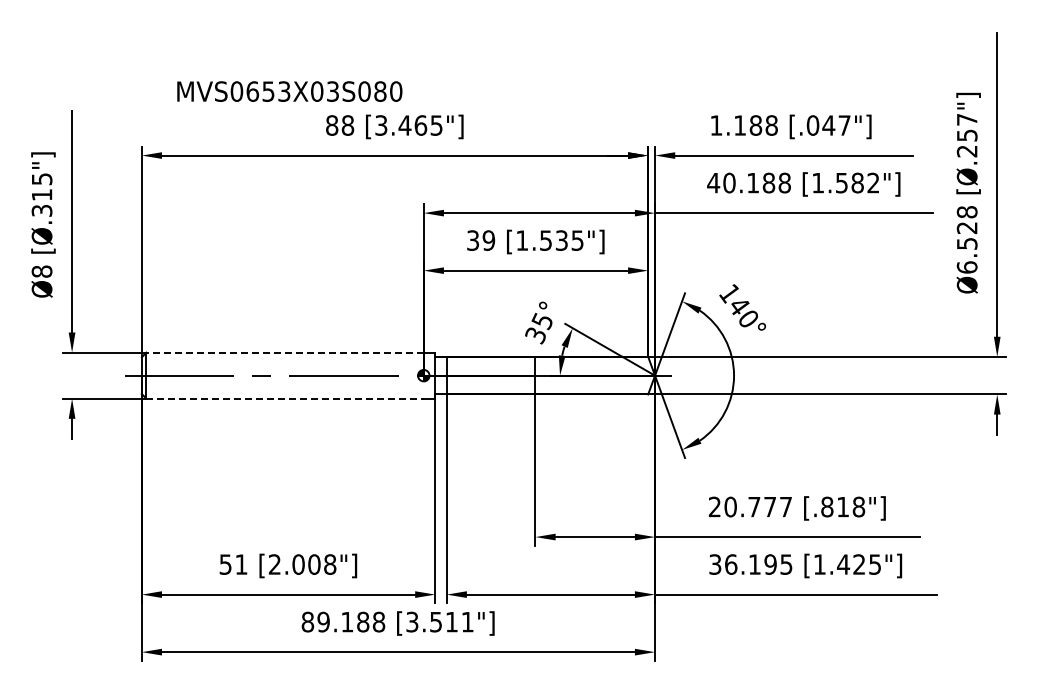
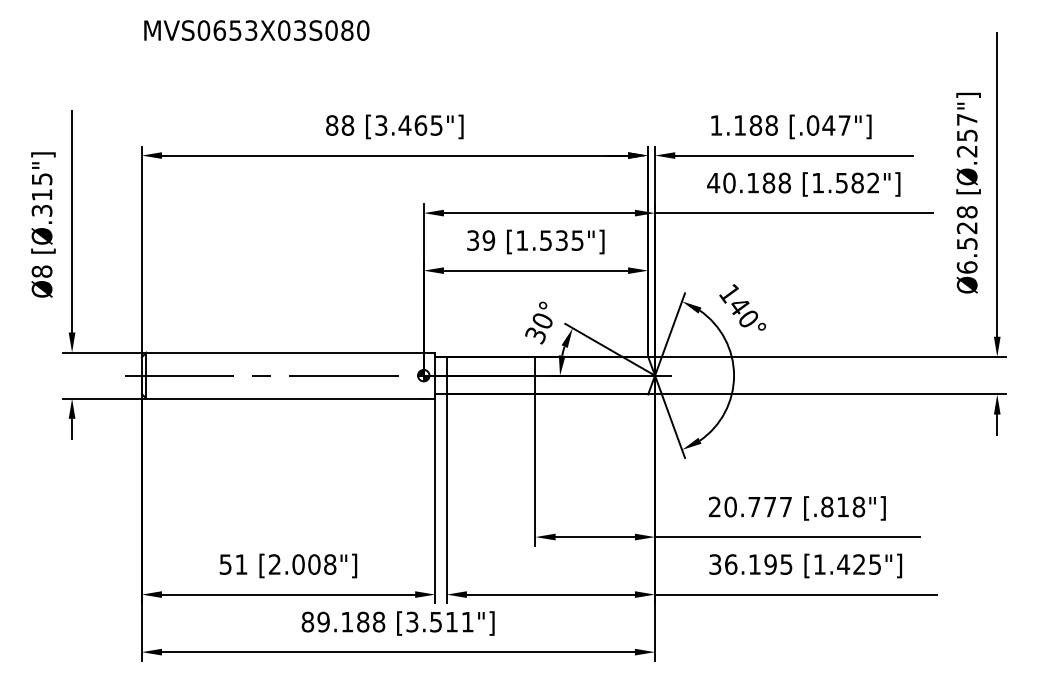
text at (289, 91) position: (289, 91) -> (256, 30)
text at (541, 321): 35° -> 30°
line at (285, 352): dashed -> solid
line at (285, 398): dashed -> solid
